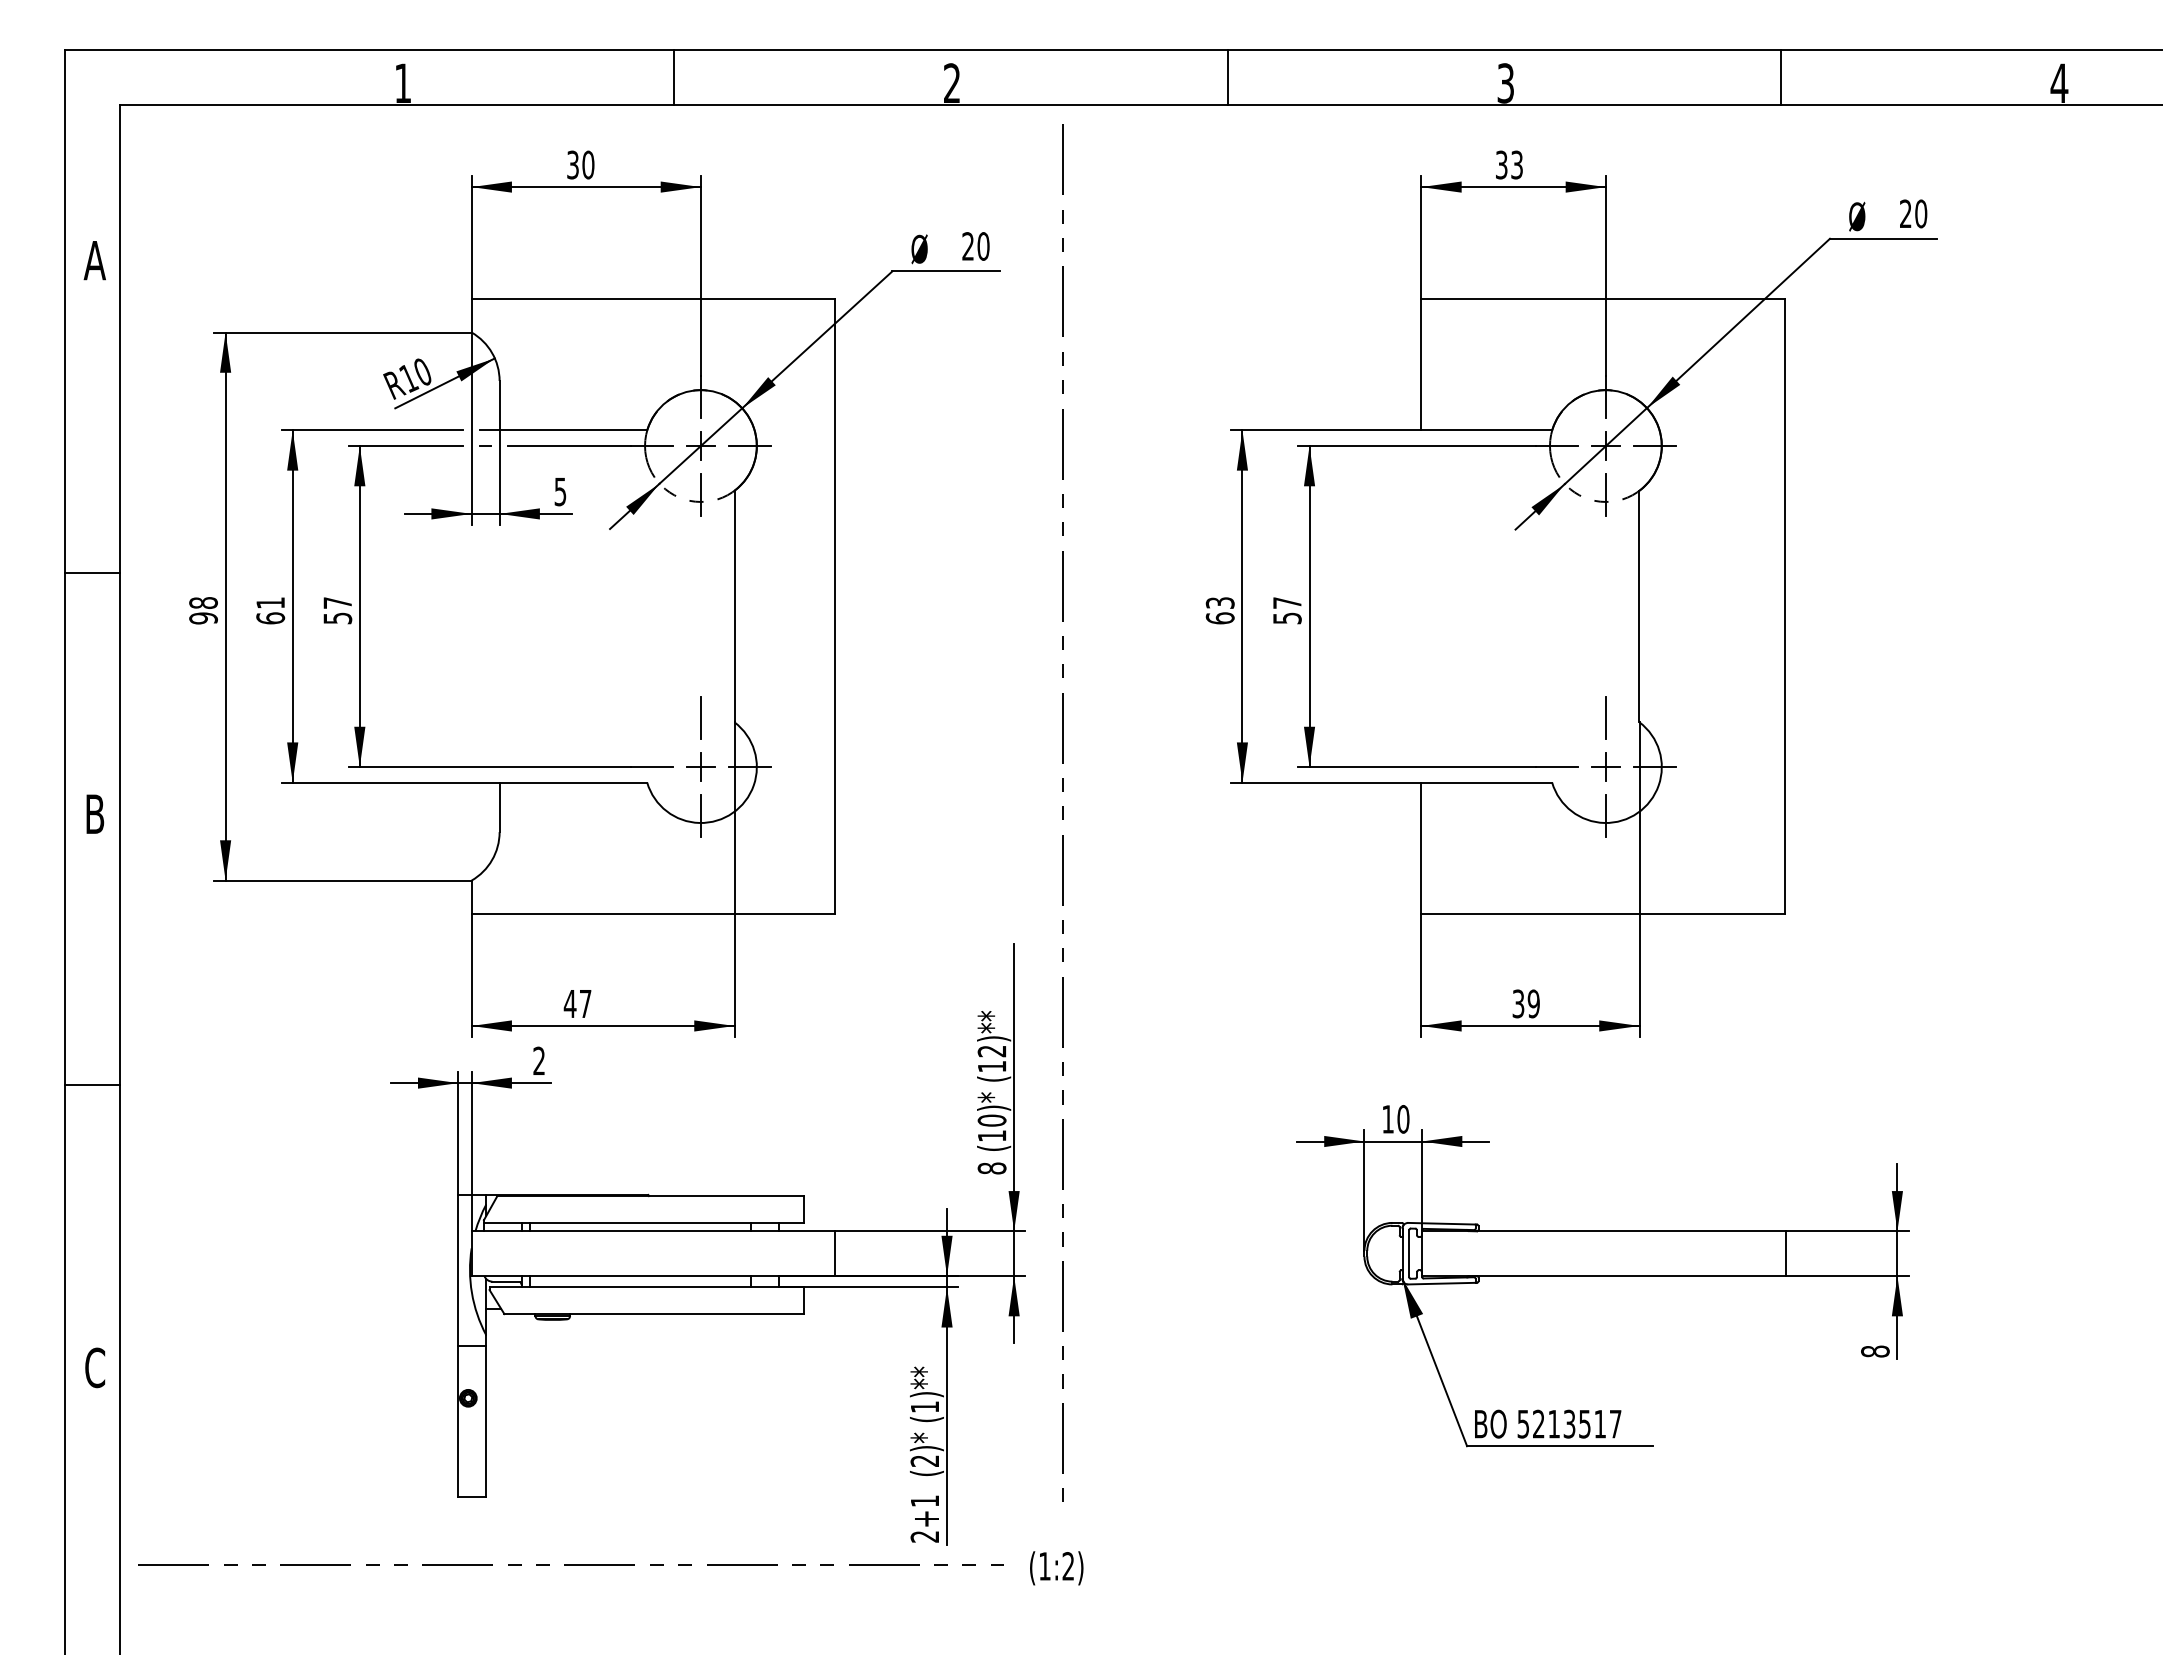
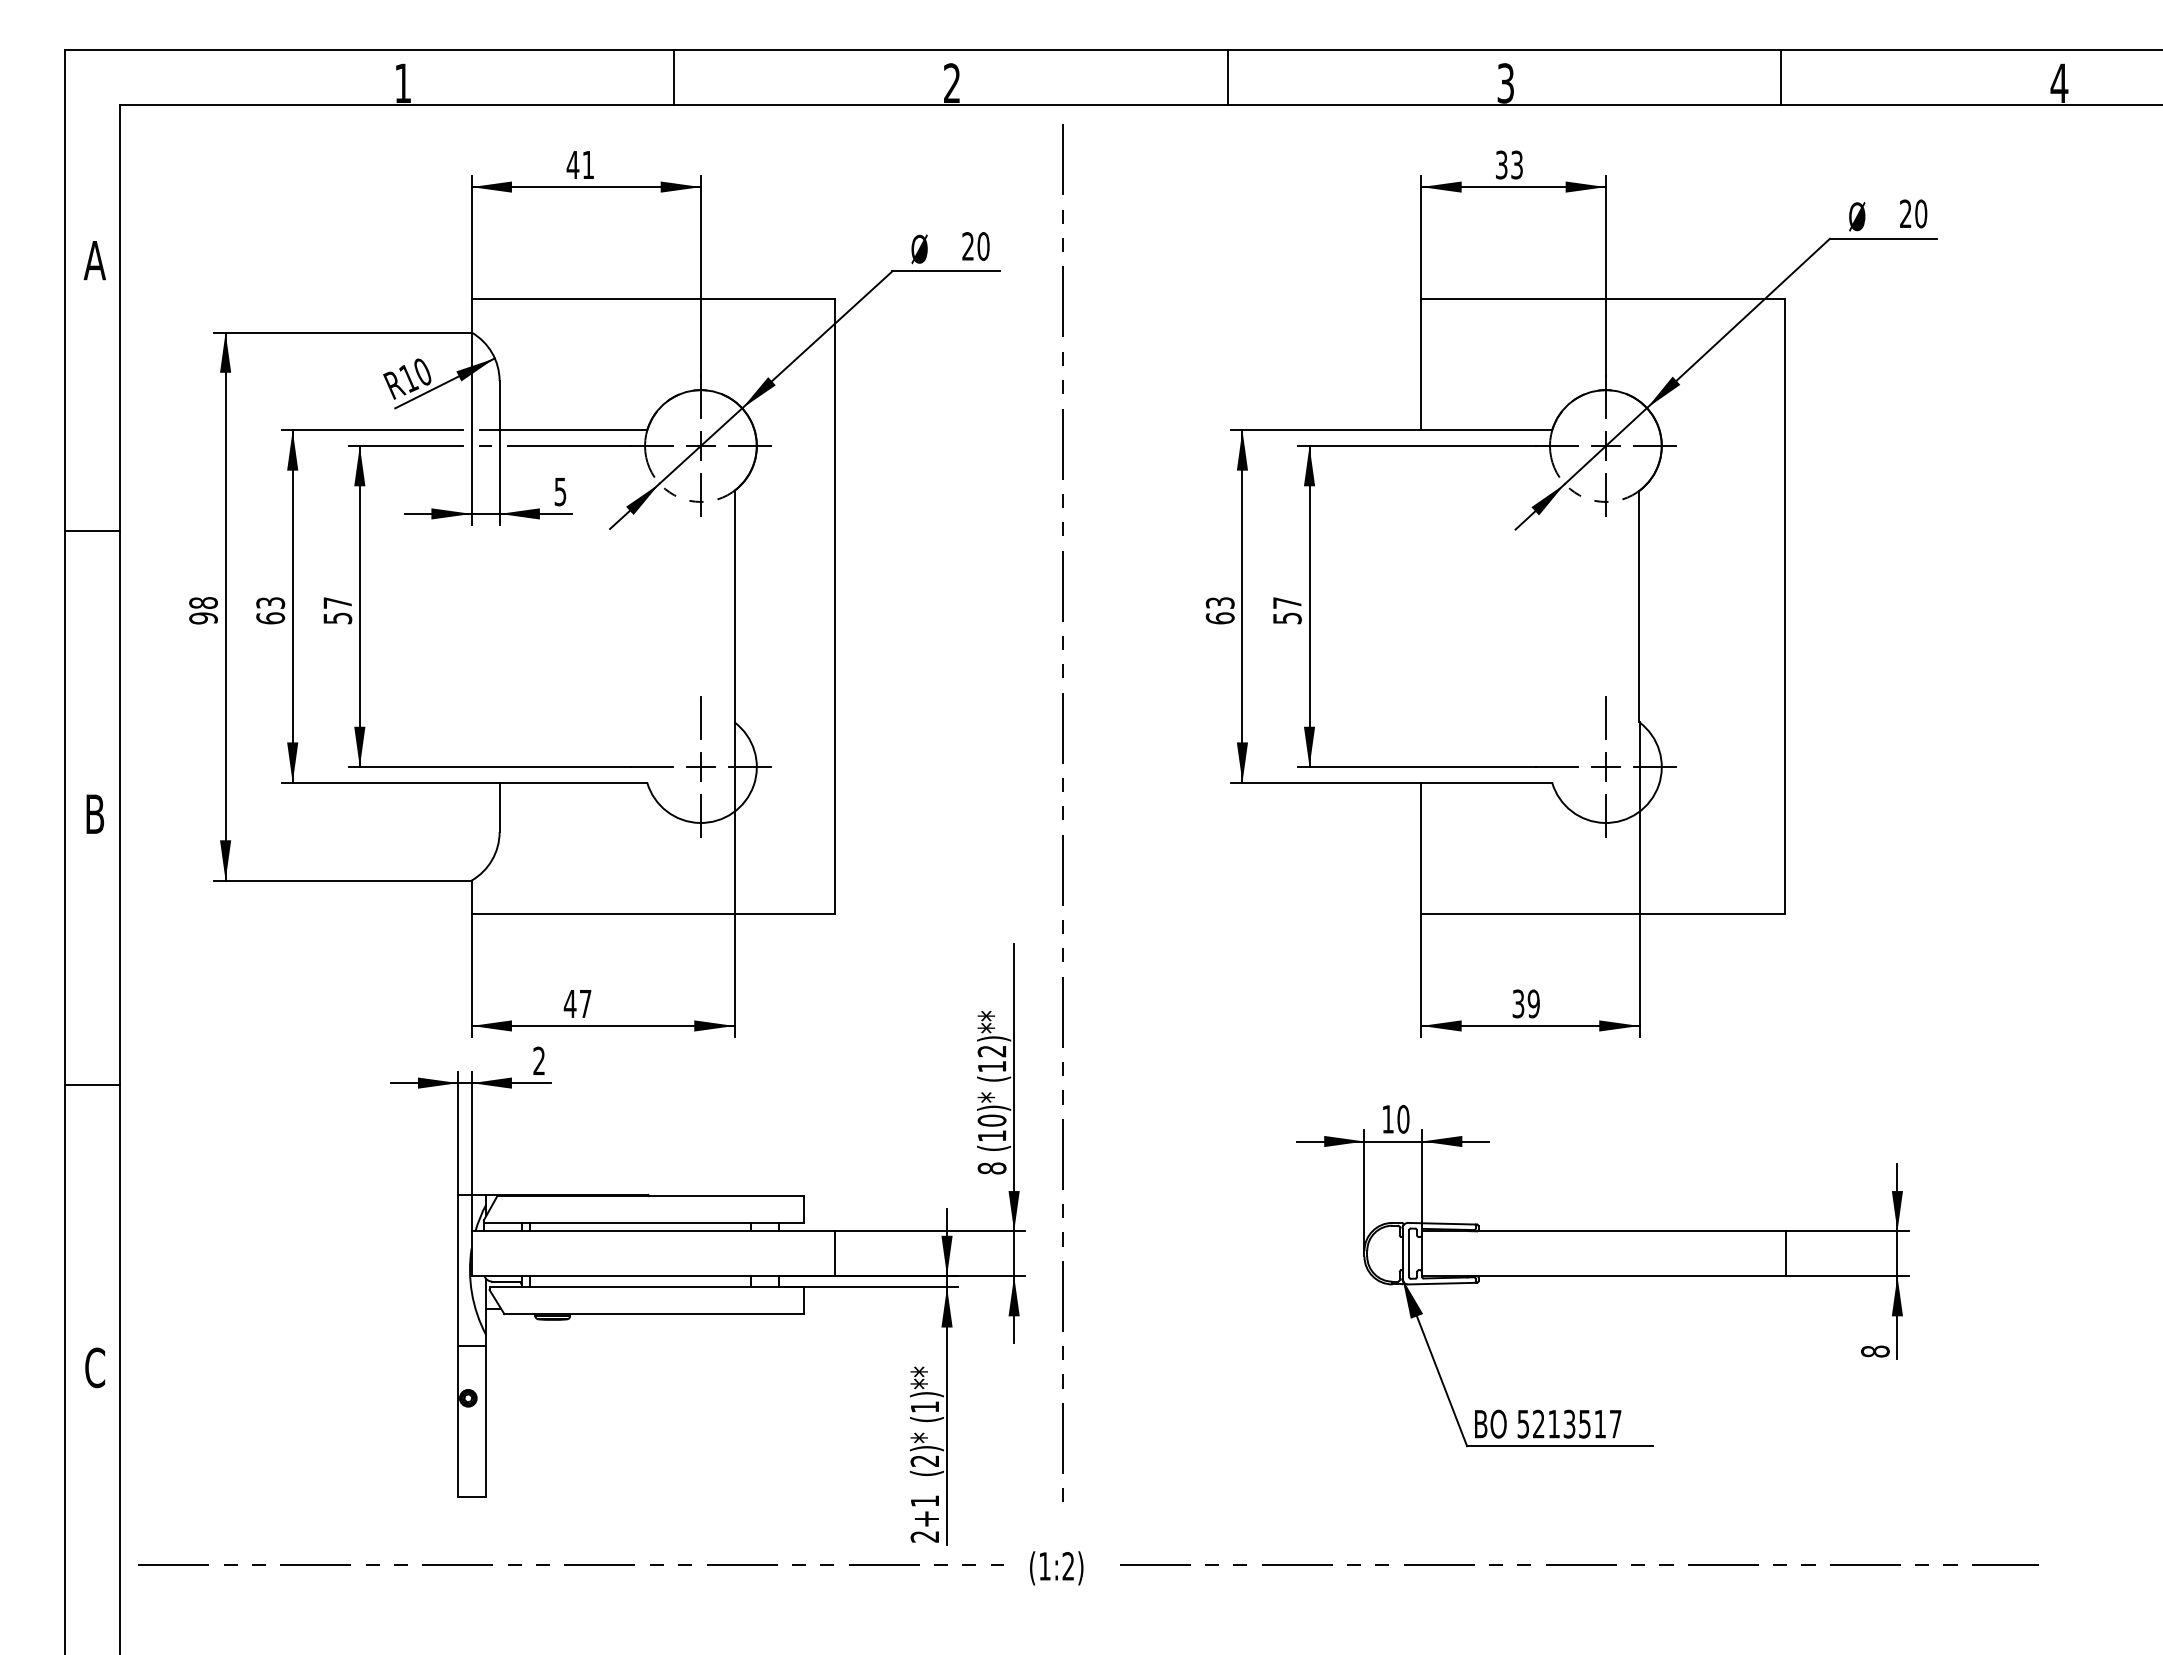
text at (580, 164): 30 -> 41
line at (92, 573) position: (92, 573) -> (92, 531)
text at (270, 602): 61 -> 63
line at (1579, 1564): none -> present
